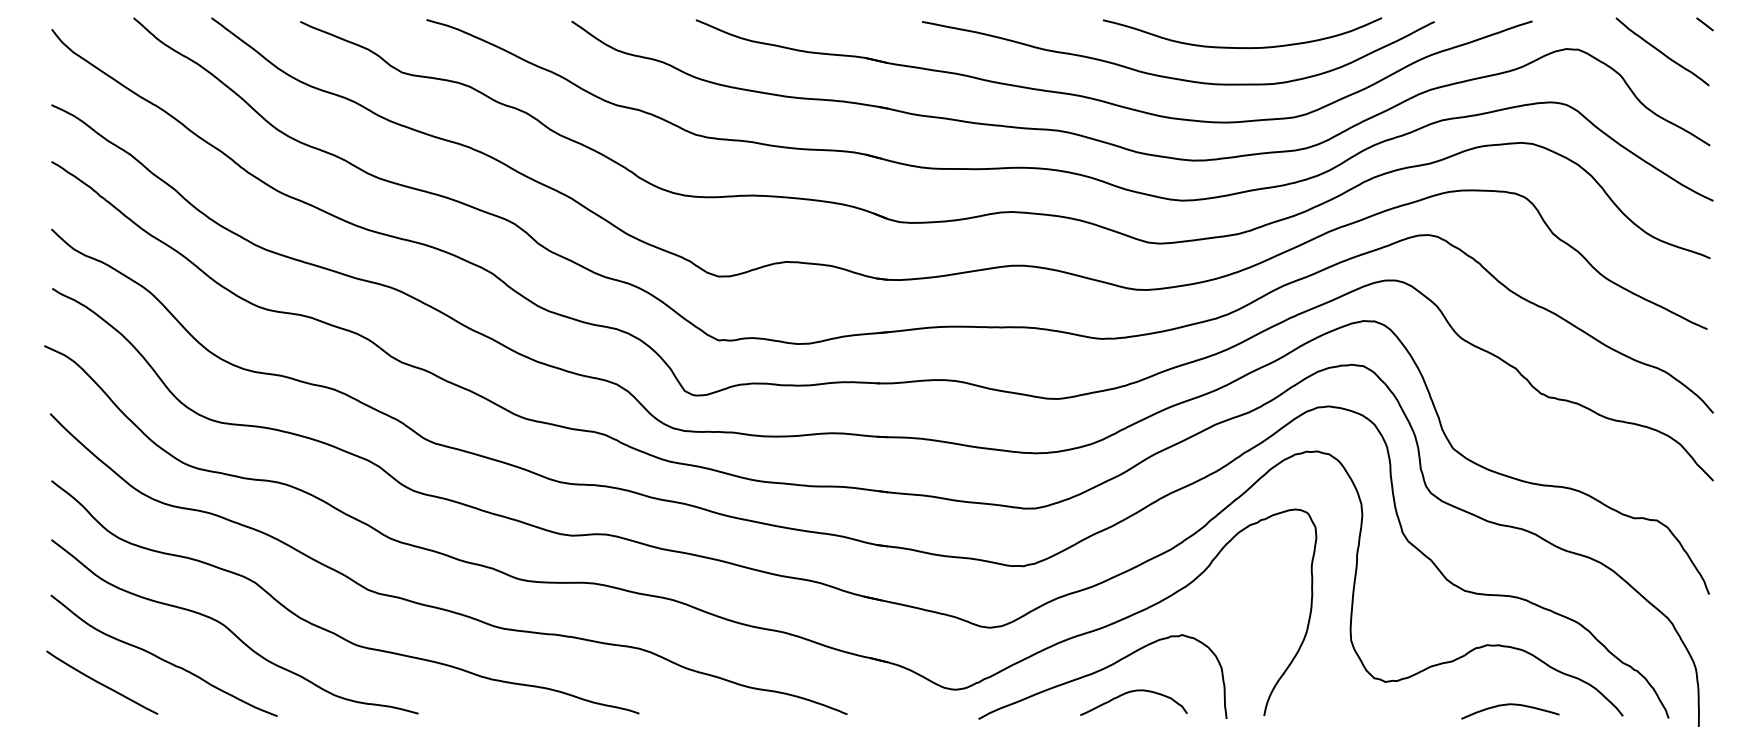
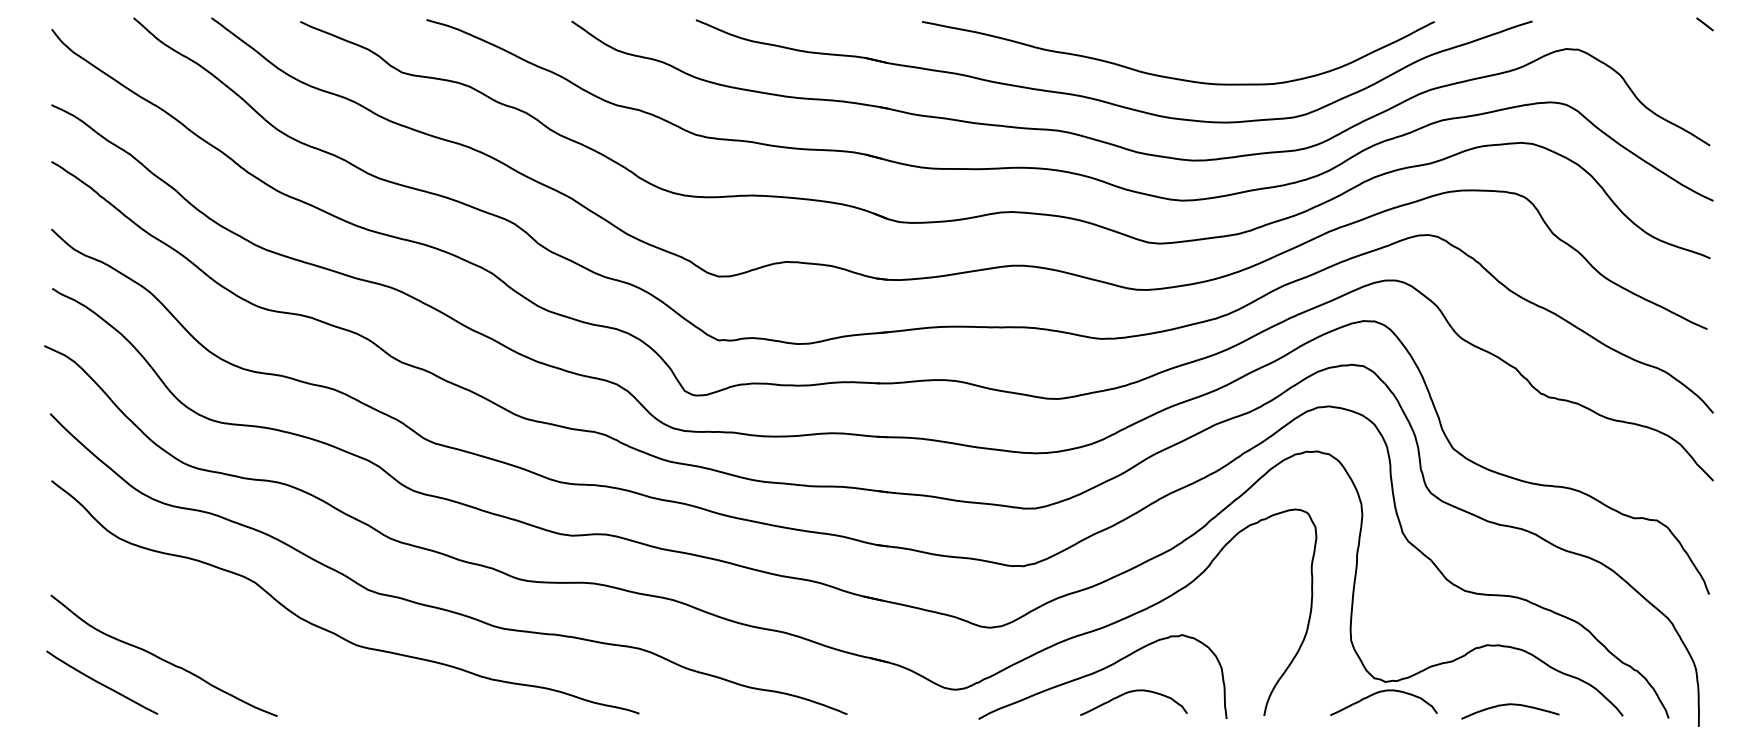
curve at (1242, 47): present -> none
curve at (1661, 51): present -> none
curve at (230, 629): present -> none
curve at (1382, 692): none -> present
